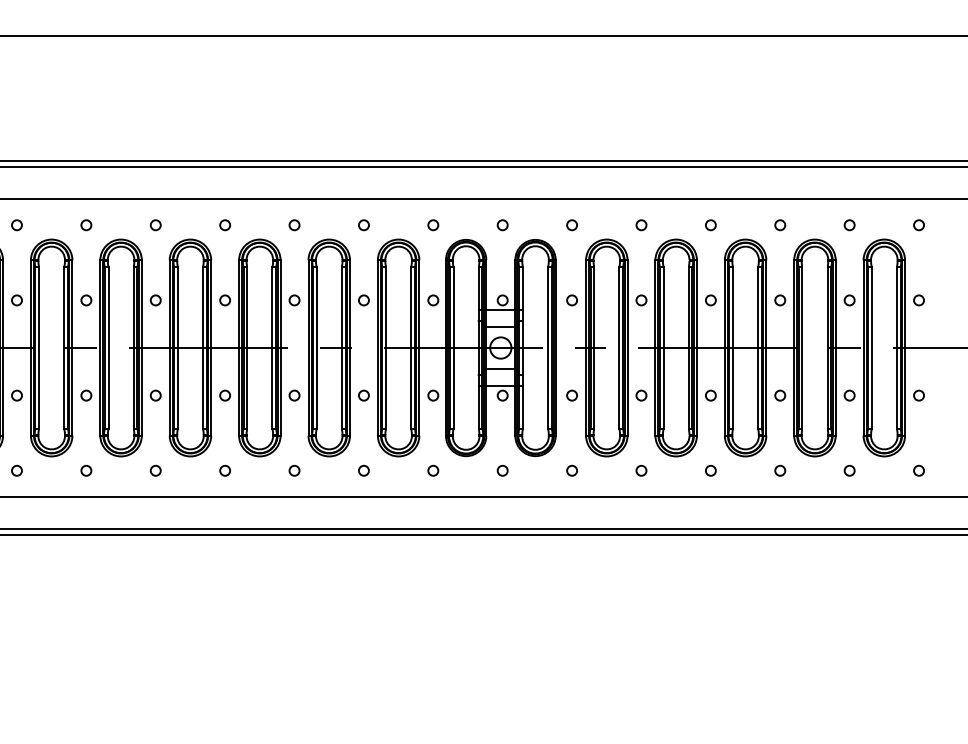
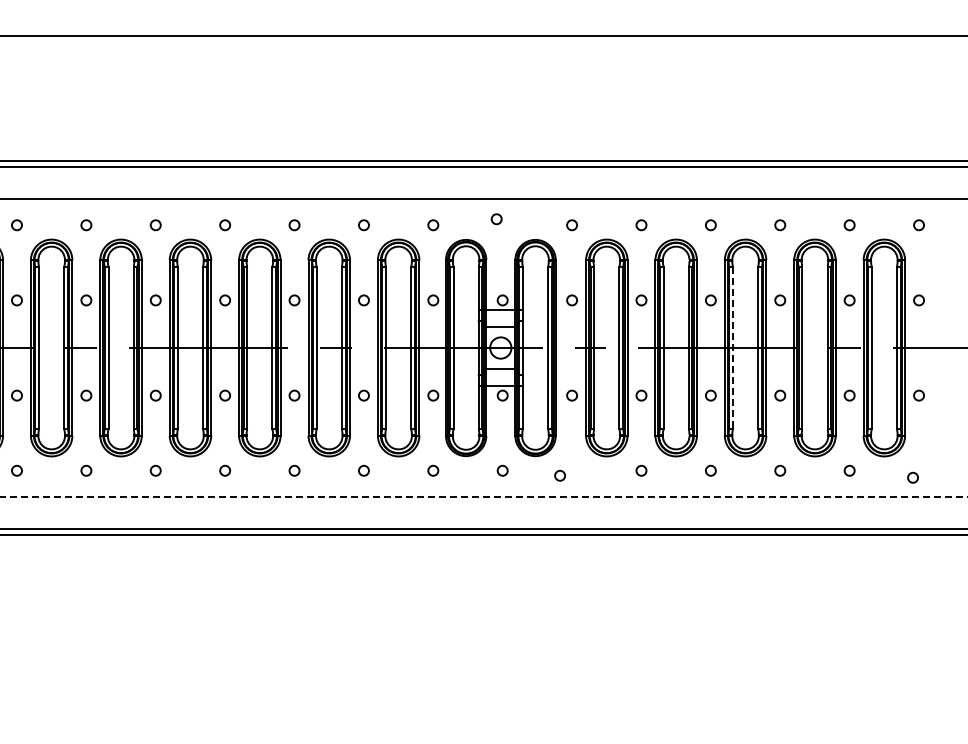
circle at (502, 225) position: (502, 225) -> (496, 219)
line at (733, 348): solid -> dashed
circle at (571, 470) position: (571, 470) -> (559, 475)
circle at (918, 470) position: (918, 470) -> (912, 477)
line at (484, 497): solid -> dashed
